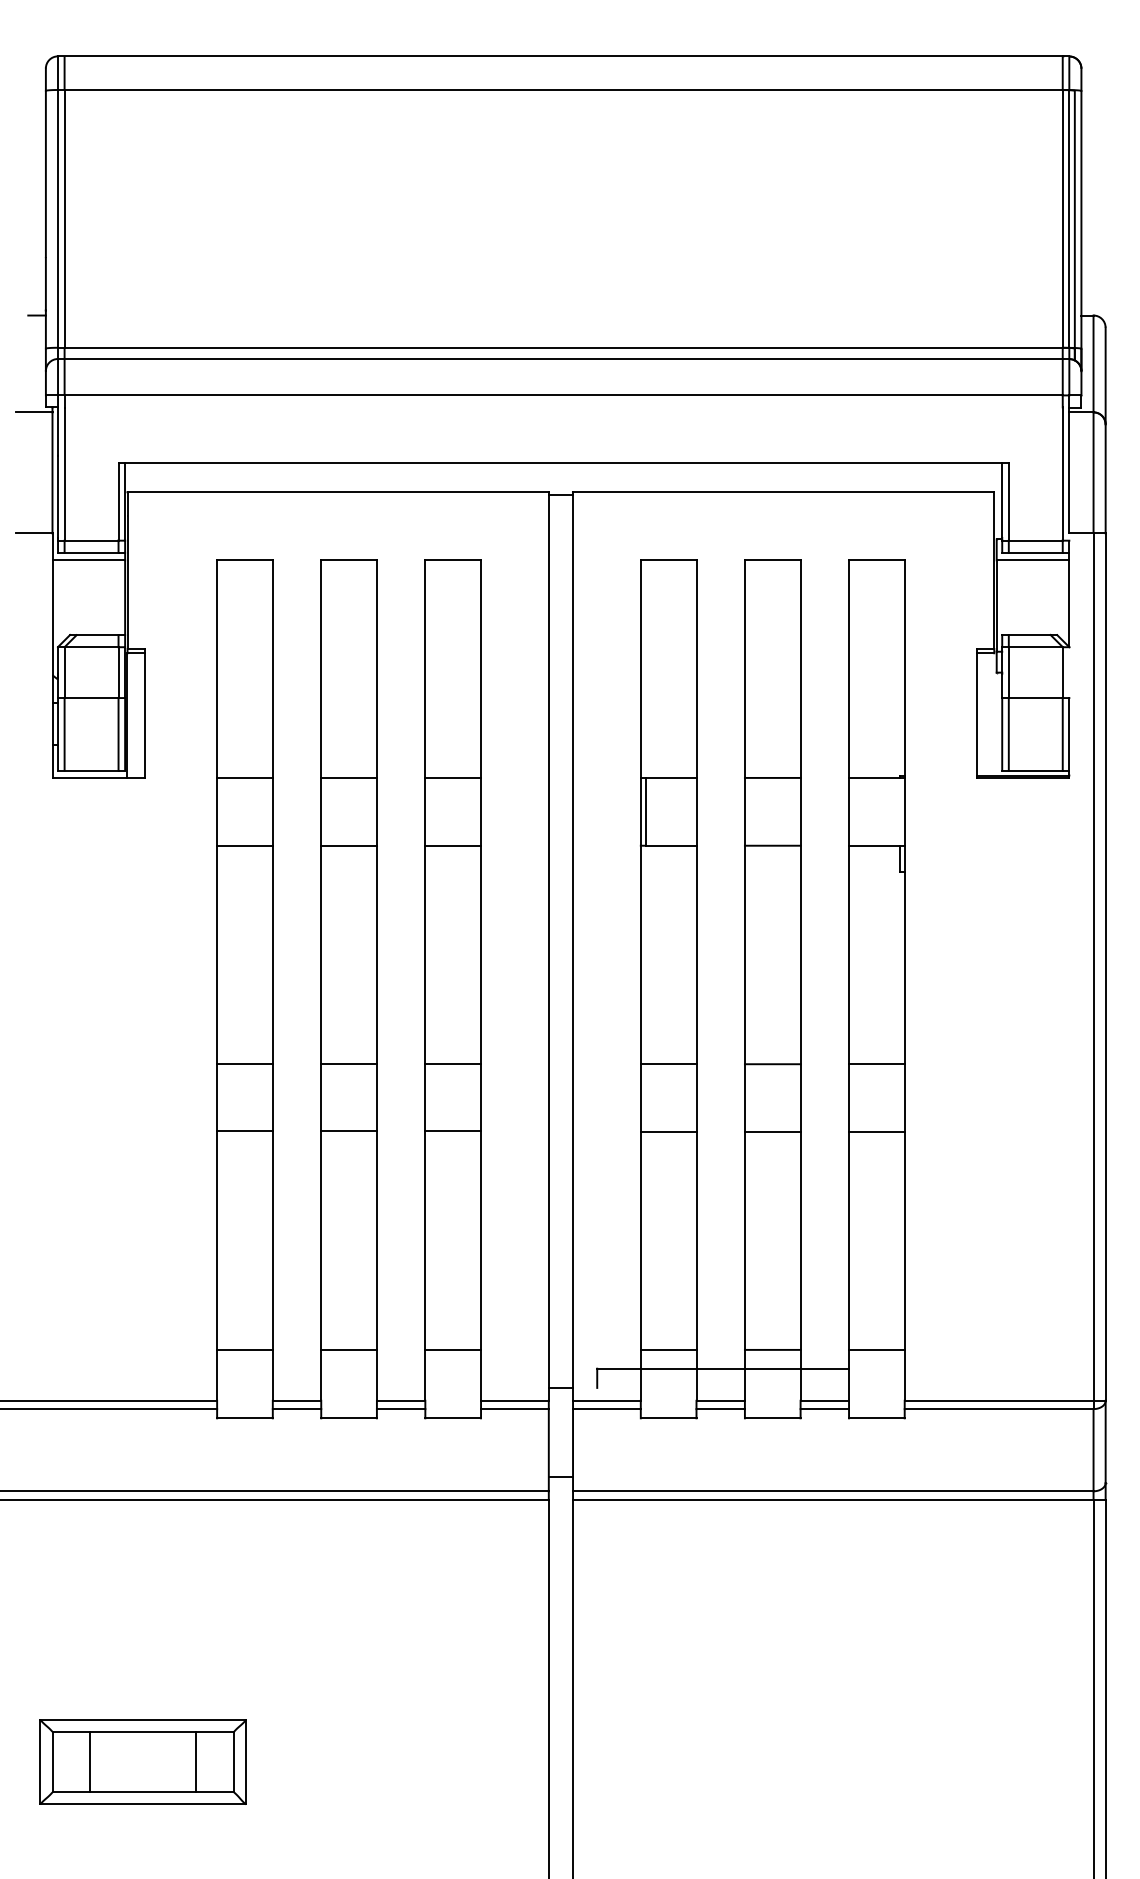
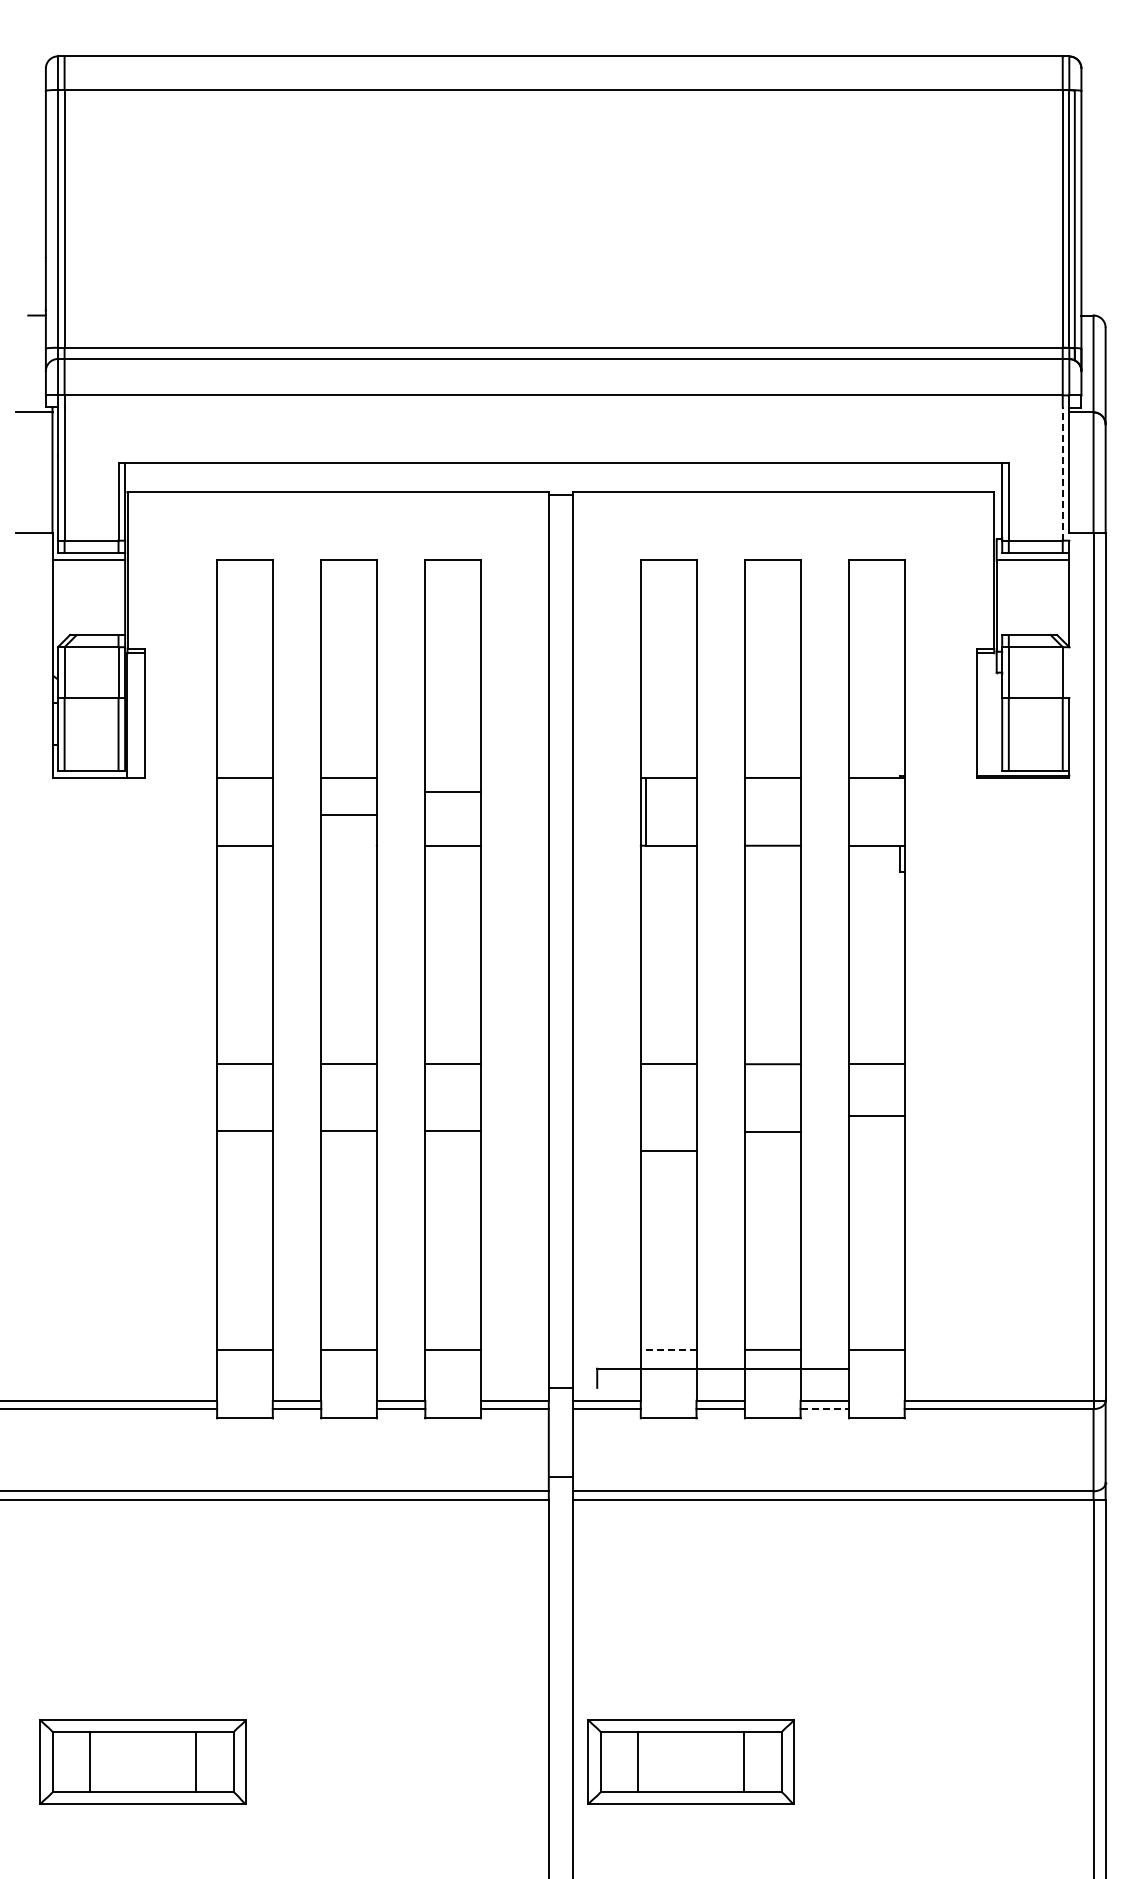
line at (1062, 473): solid -> dashed
line at (453, 777) position: (453, 777) -> (453, 791)
line at (348, 845) position: (348, 845) -> (348, 814)
line at (668, 1132) position: (668, 1132) -> (668, 1151)
line at (876, 1132) position: (876, 1132) -> (876, 1116)
line at (668, 1349): solid -> dashed
line at (825, 1409): solid -> dashed
part at (690, 1761): none -> present
